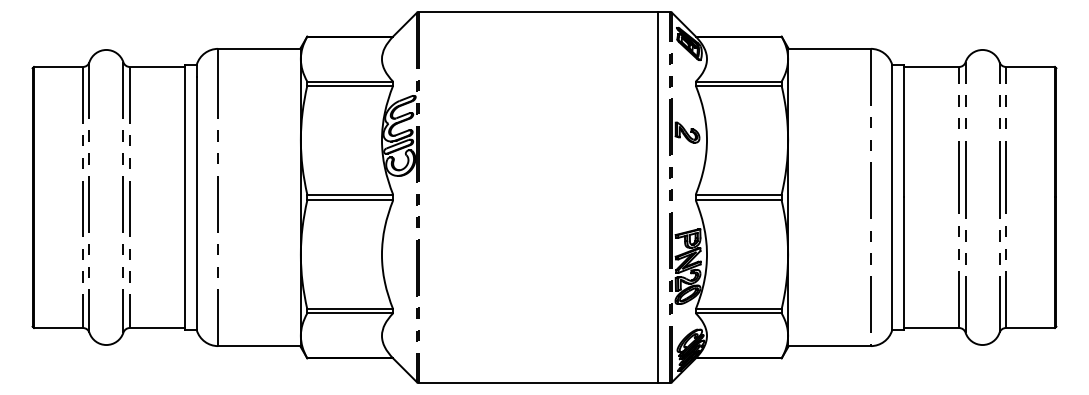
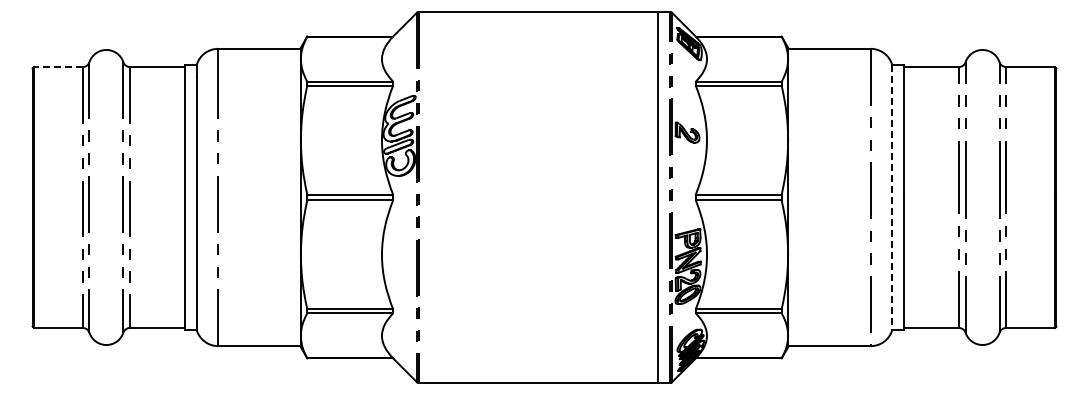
line at (58, 66): solid -> dashed
line at (892, 197): solid -> dashed
